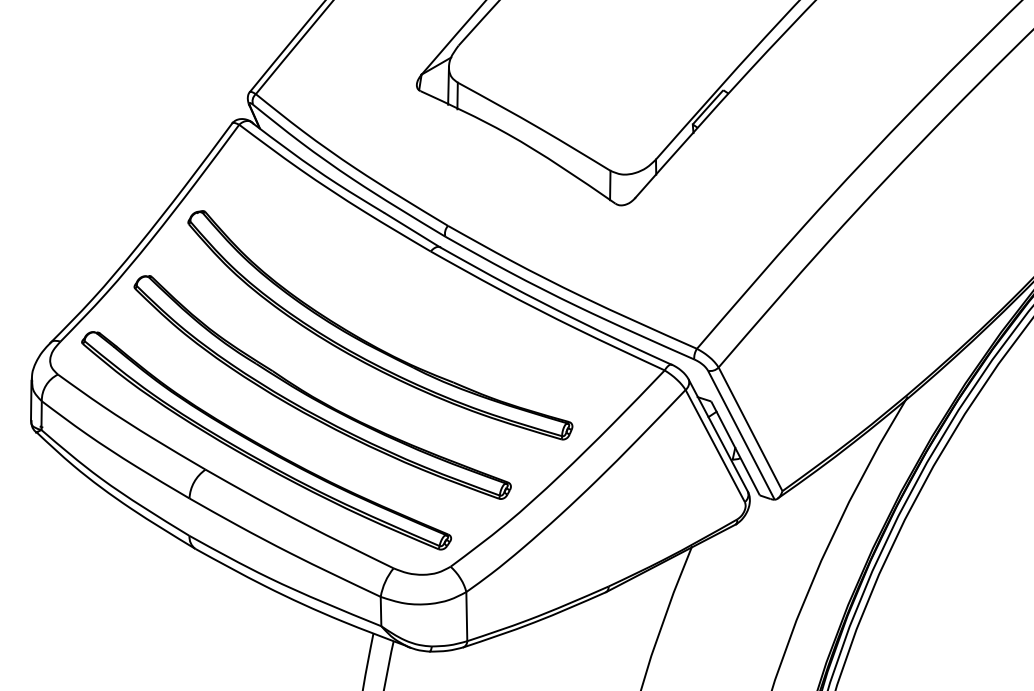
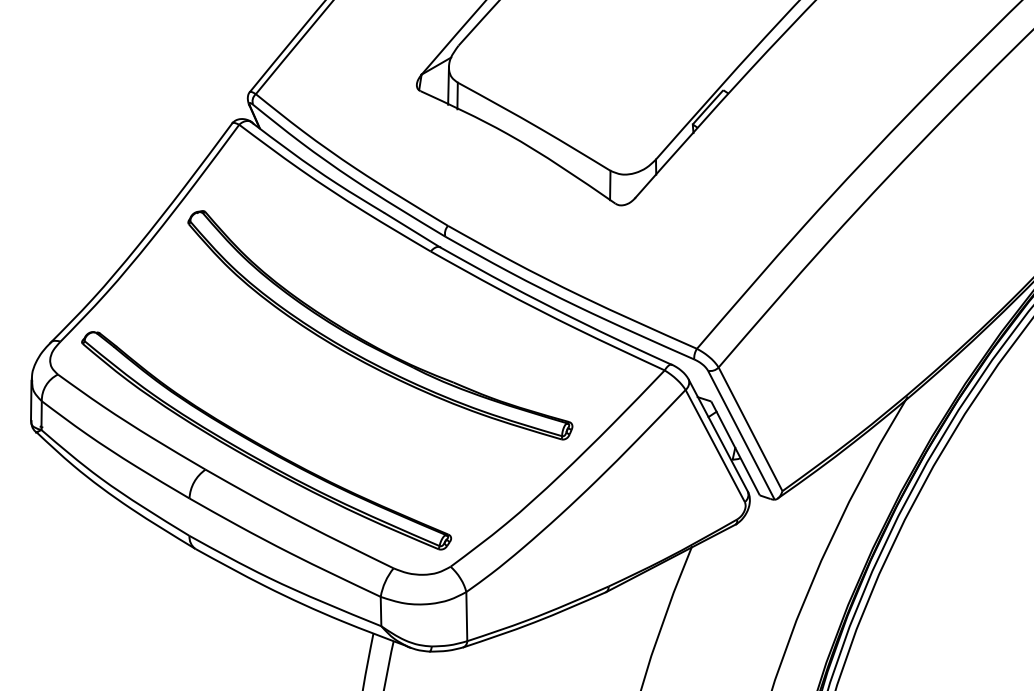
part at (316, 397): present -> none
